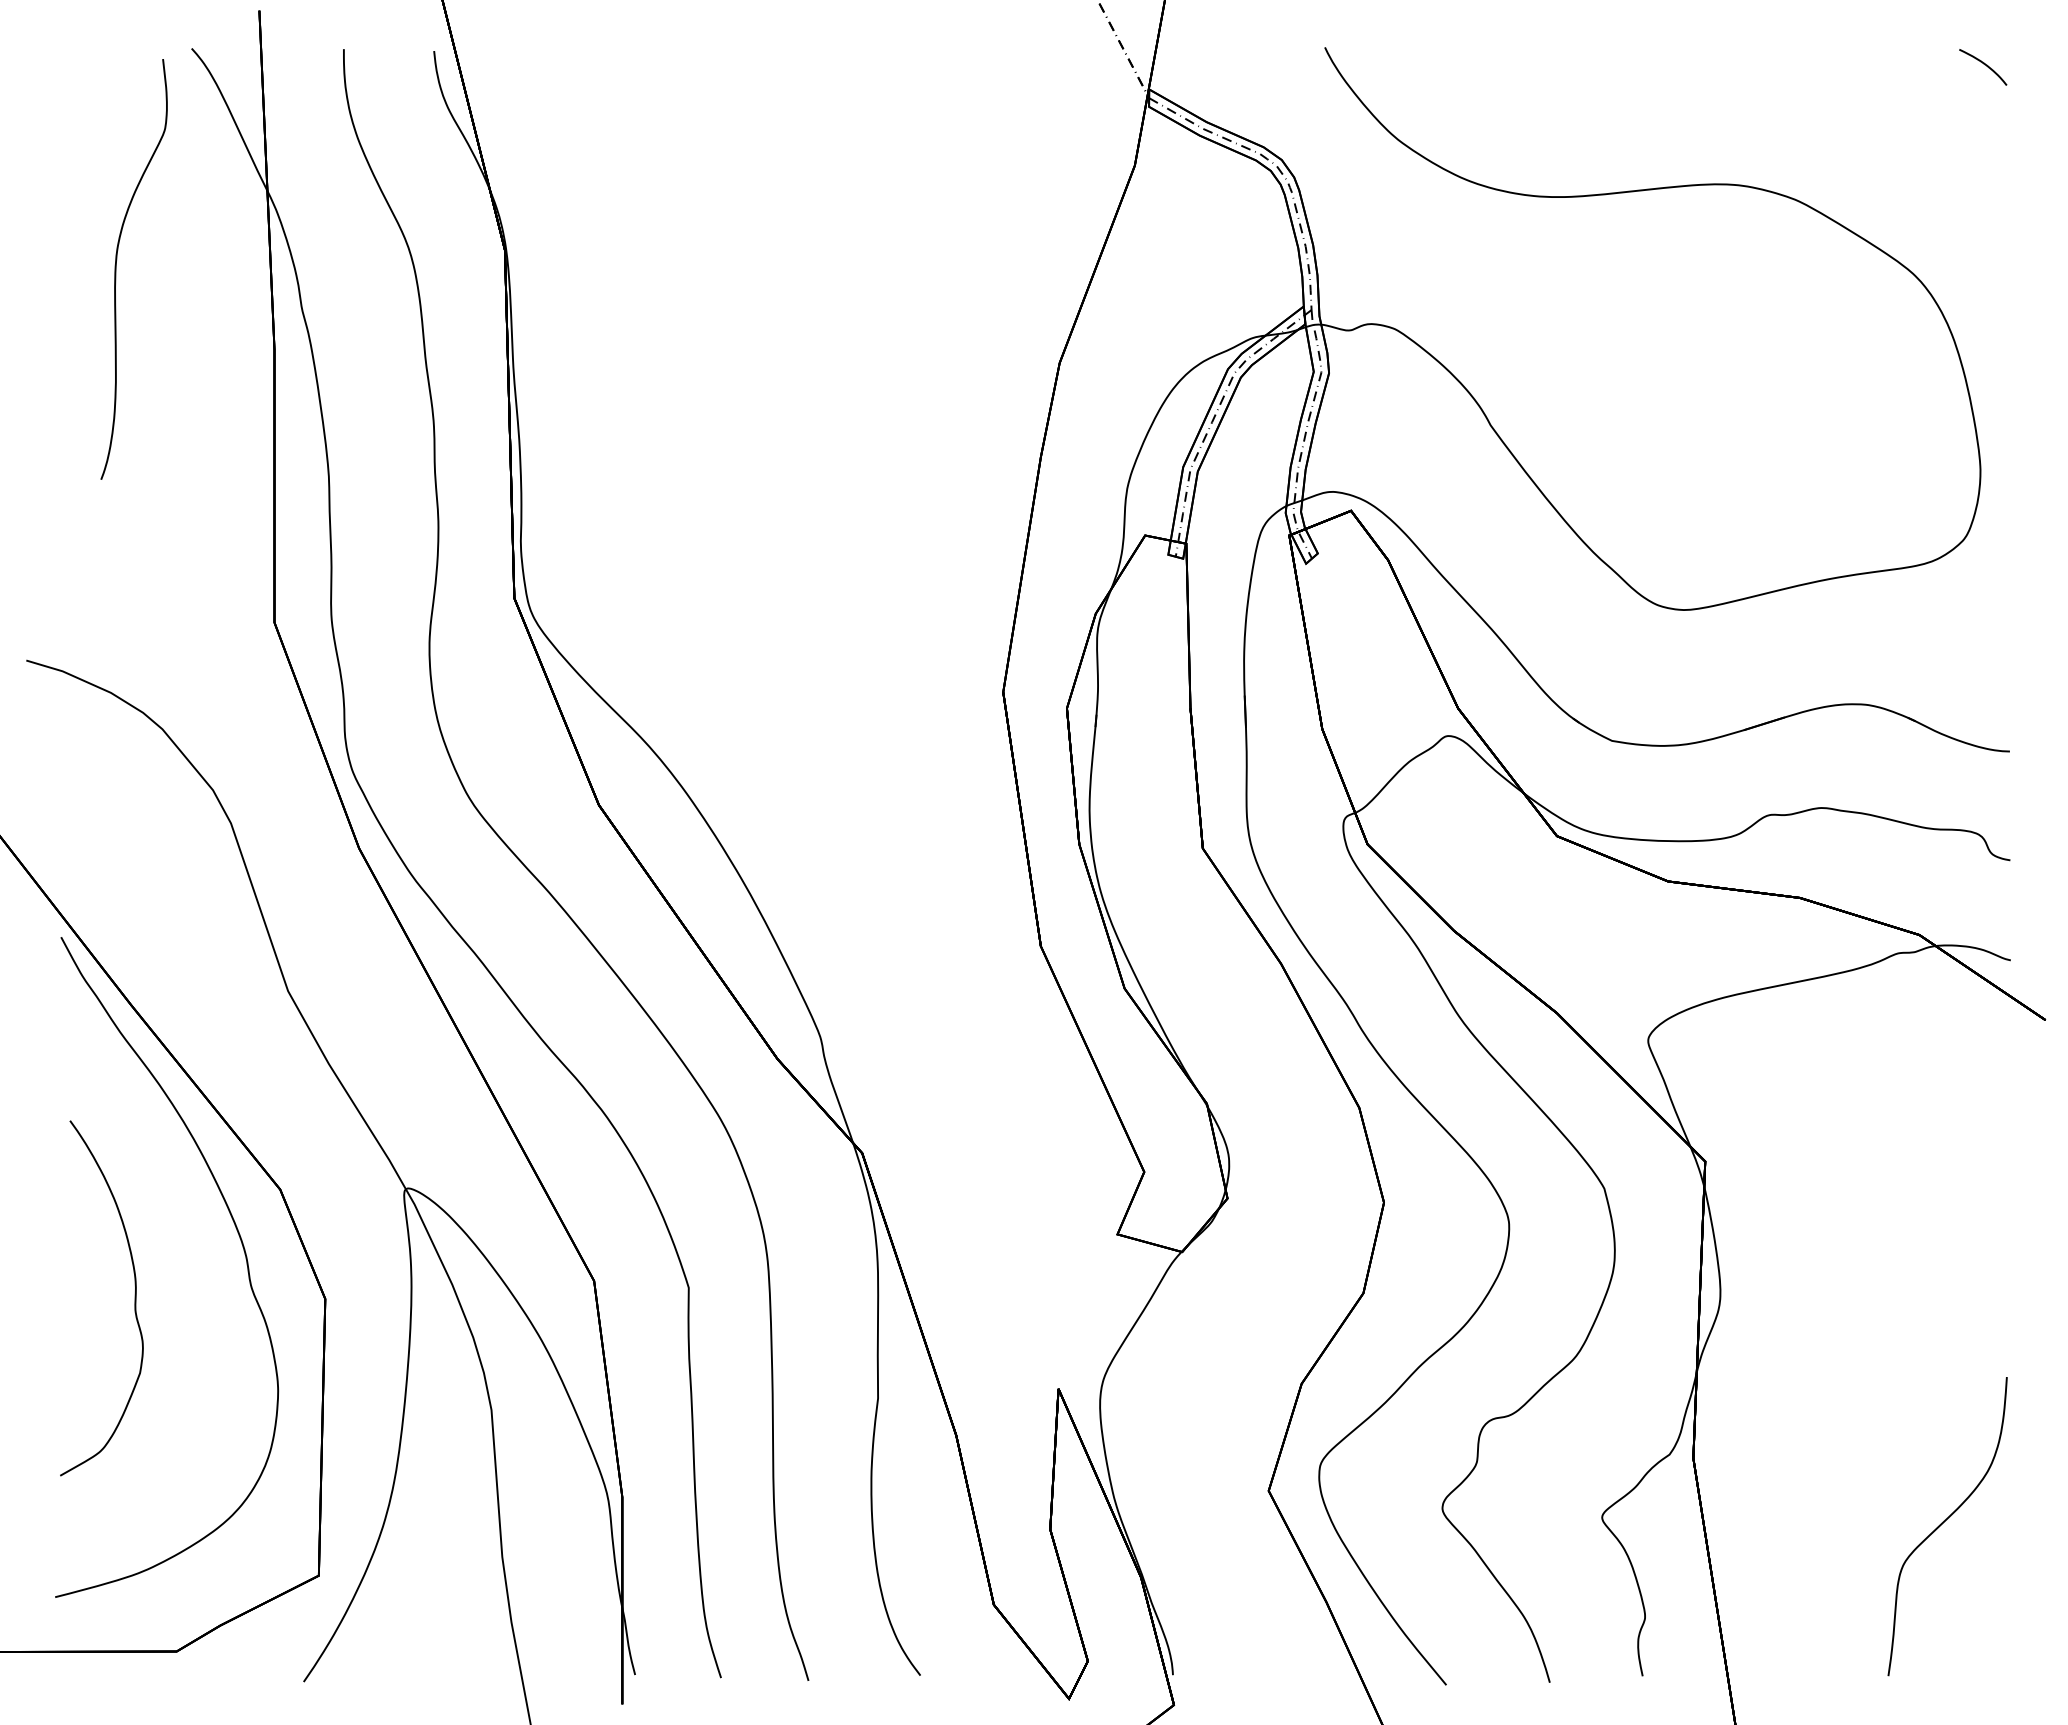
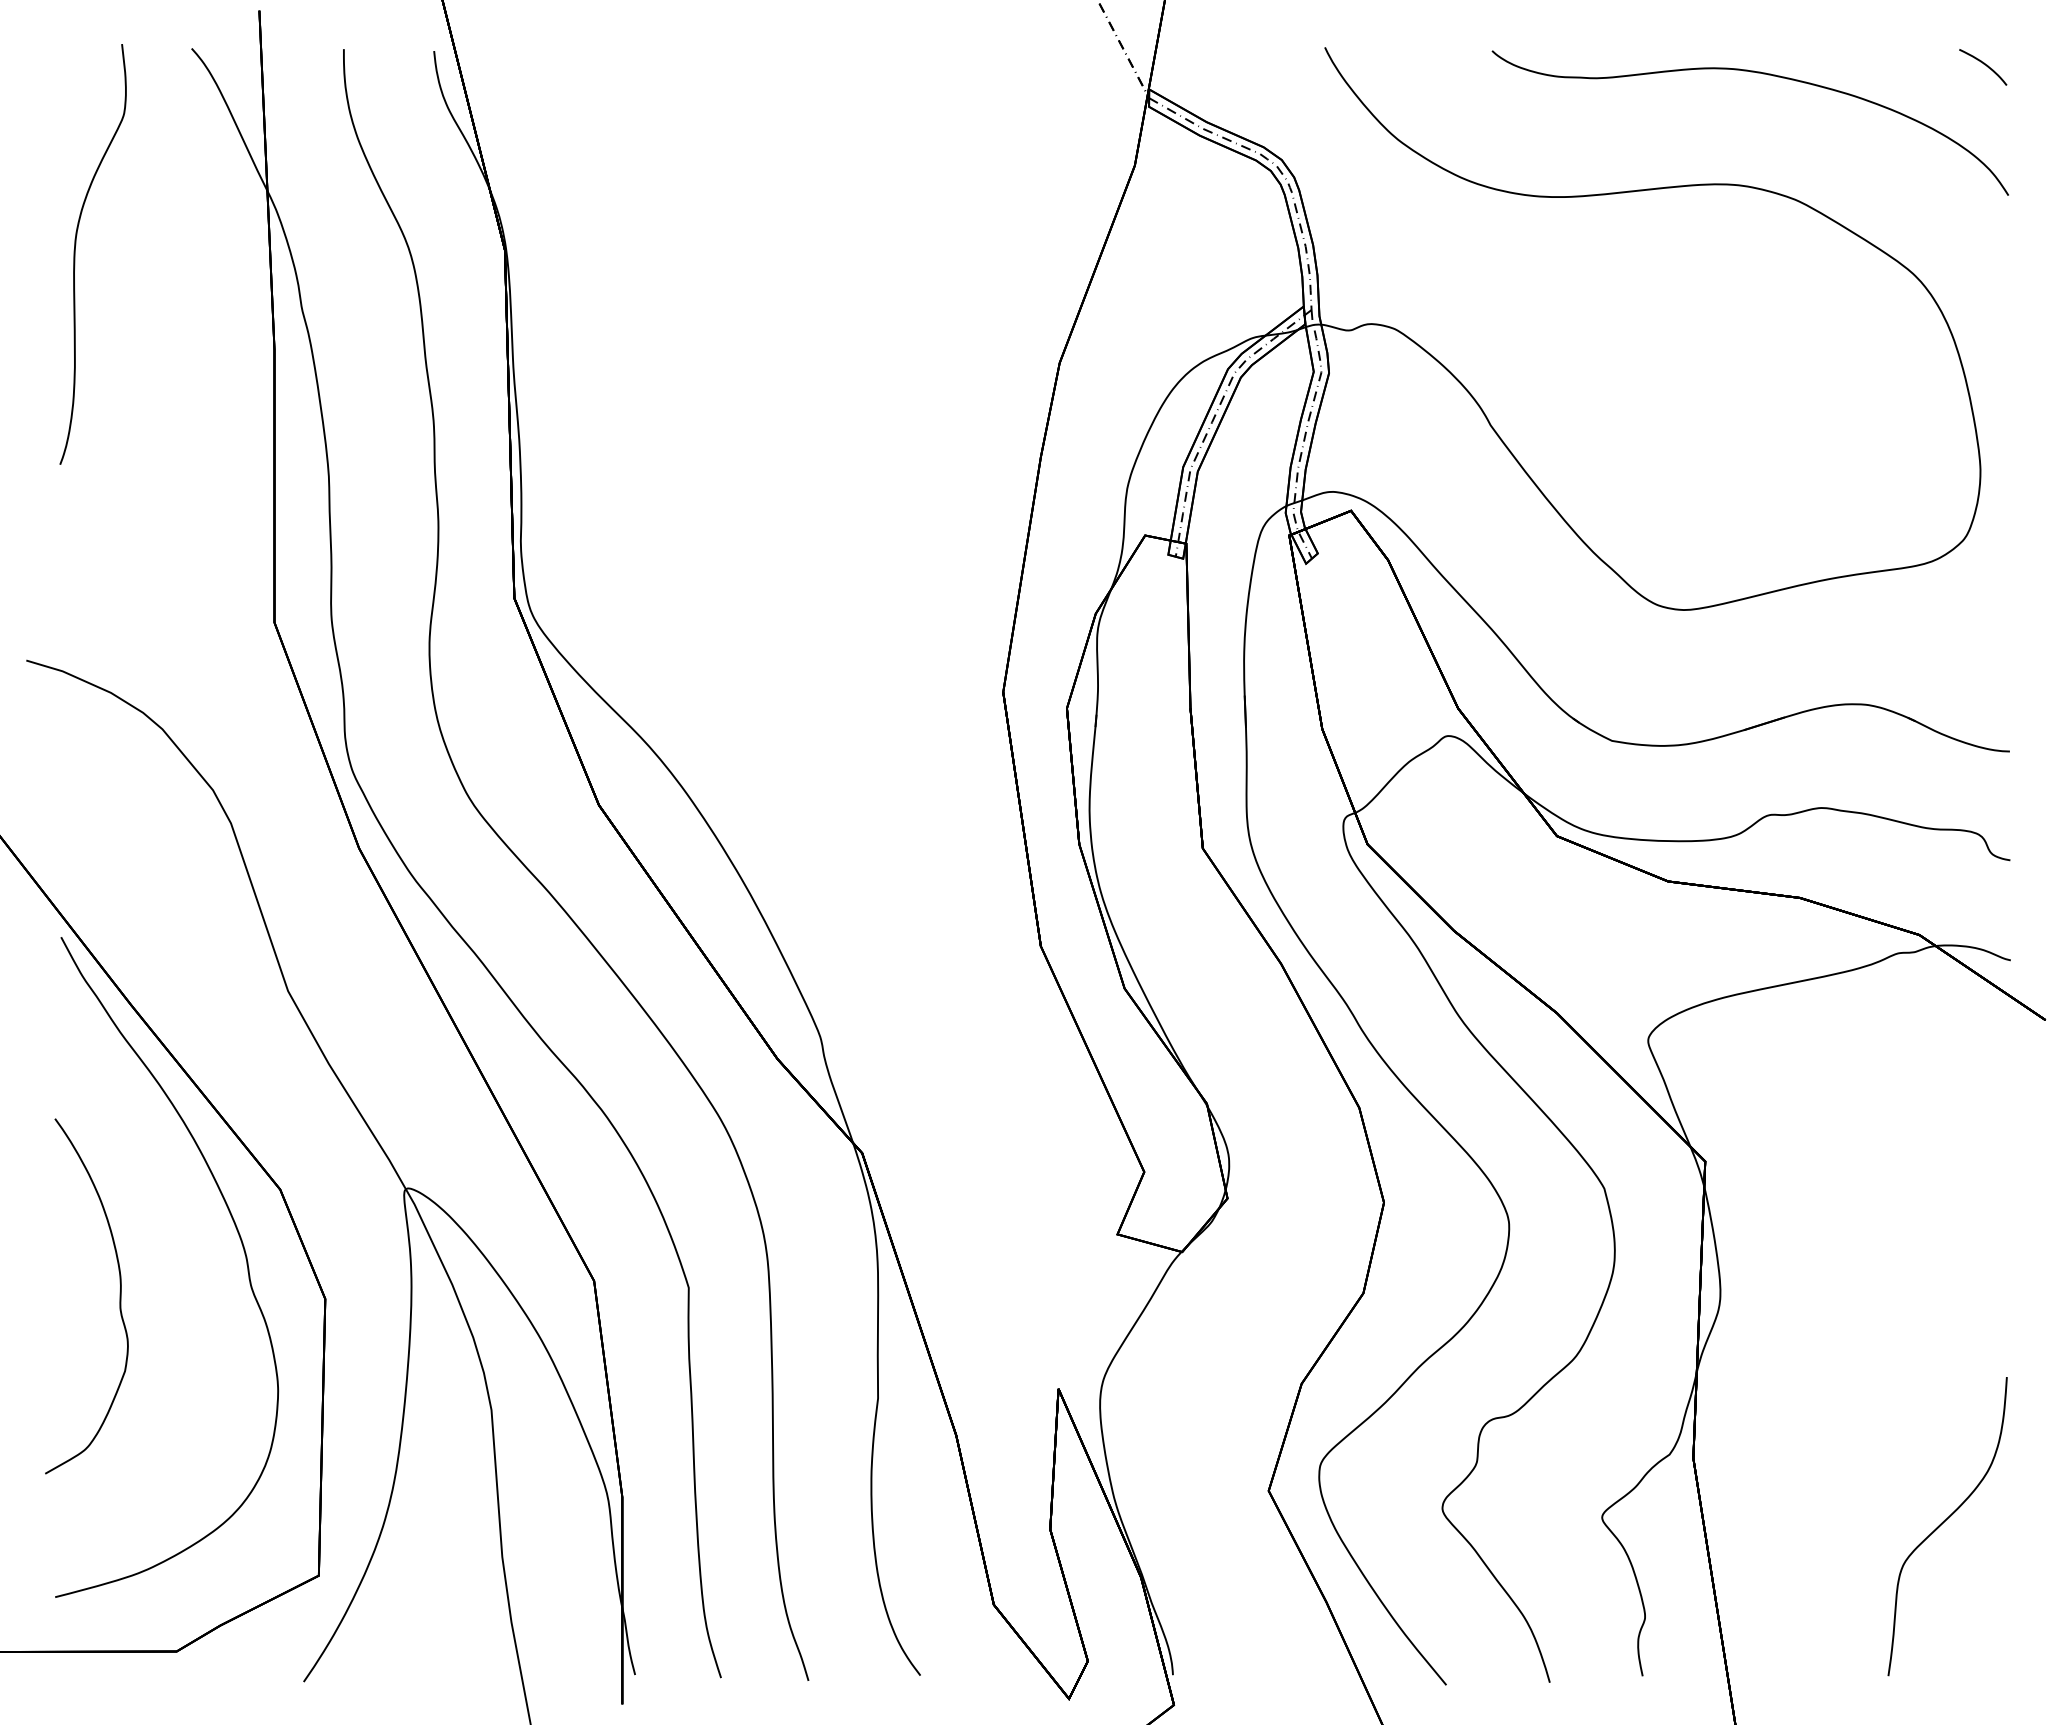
curve at (1757, 73): none -> present
curve at (116, 269) position: (116, 269) -> (75, 254)
curve at (134, 1298) position: (134, 1298) -> (119, 1296)
